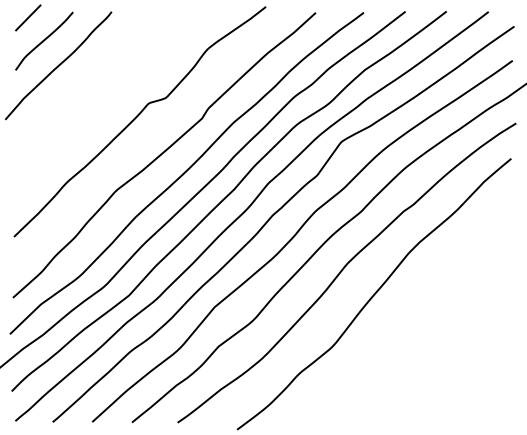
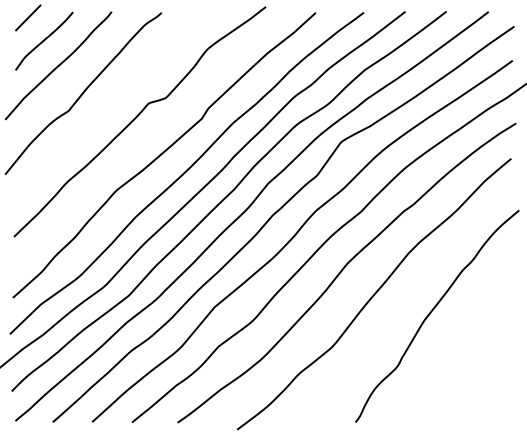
curve at (83, 93): none -> present
curve at (431, 313): none -> present
